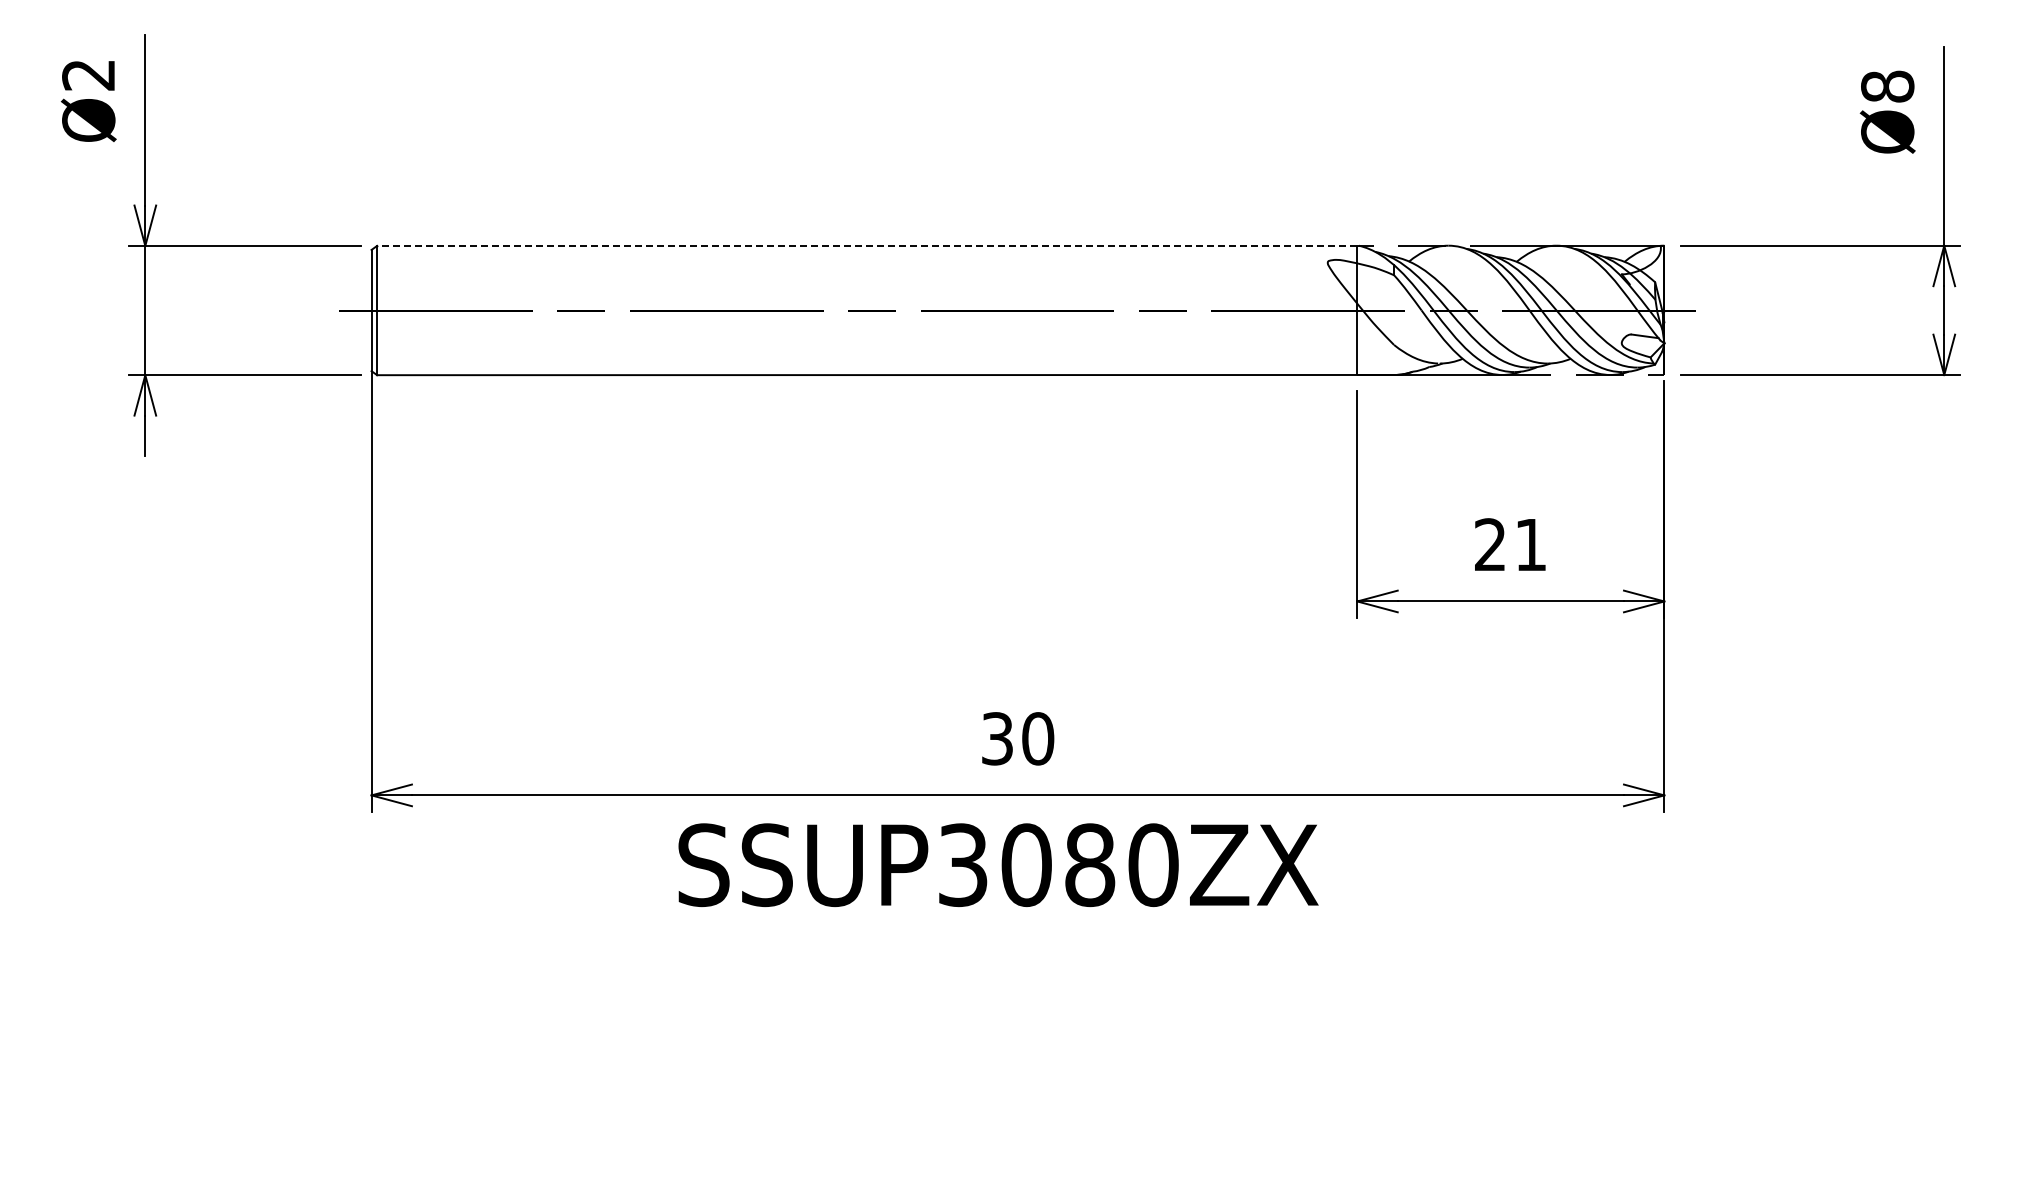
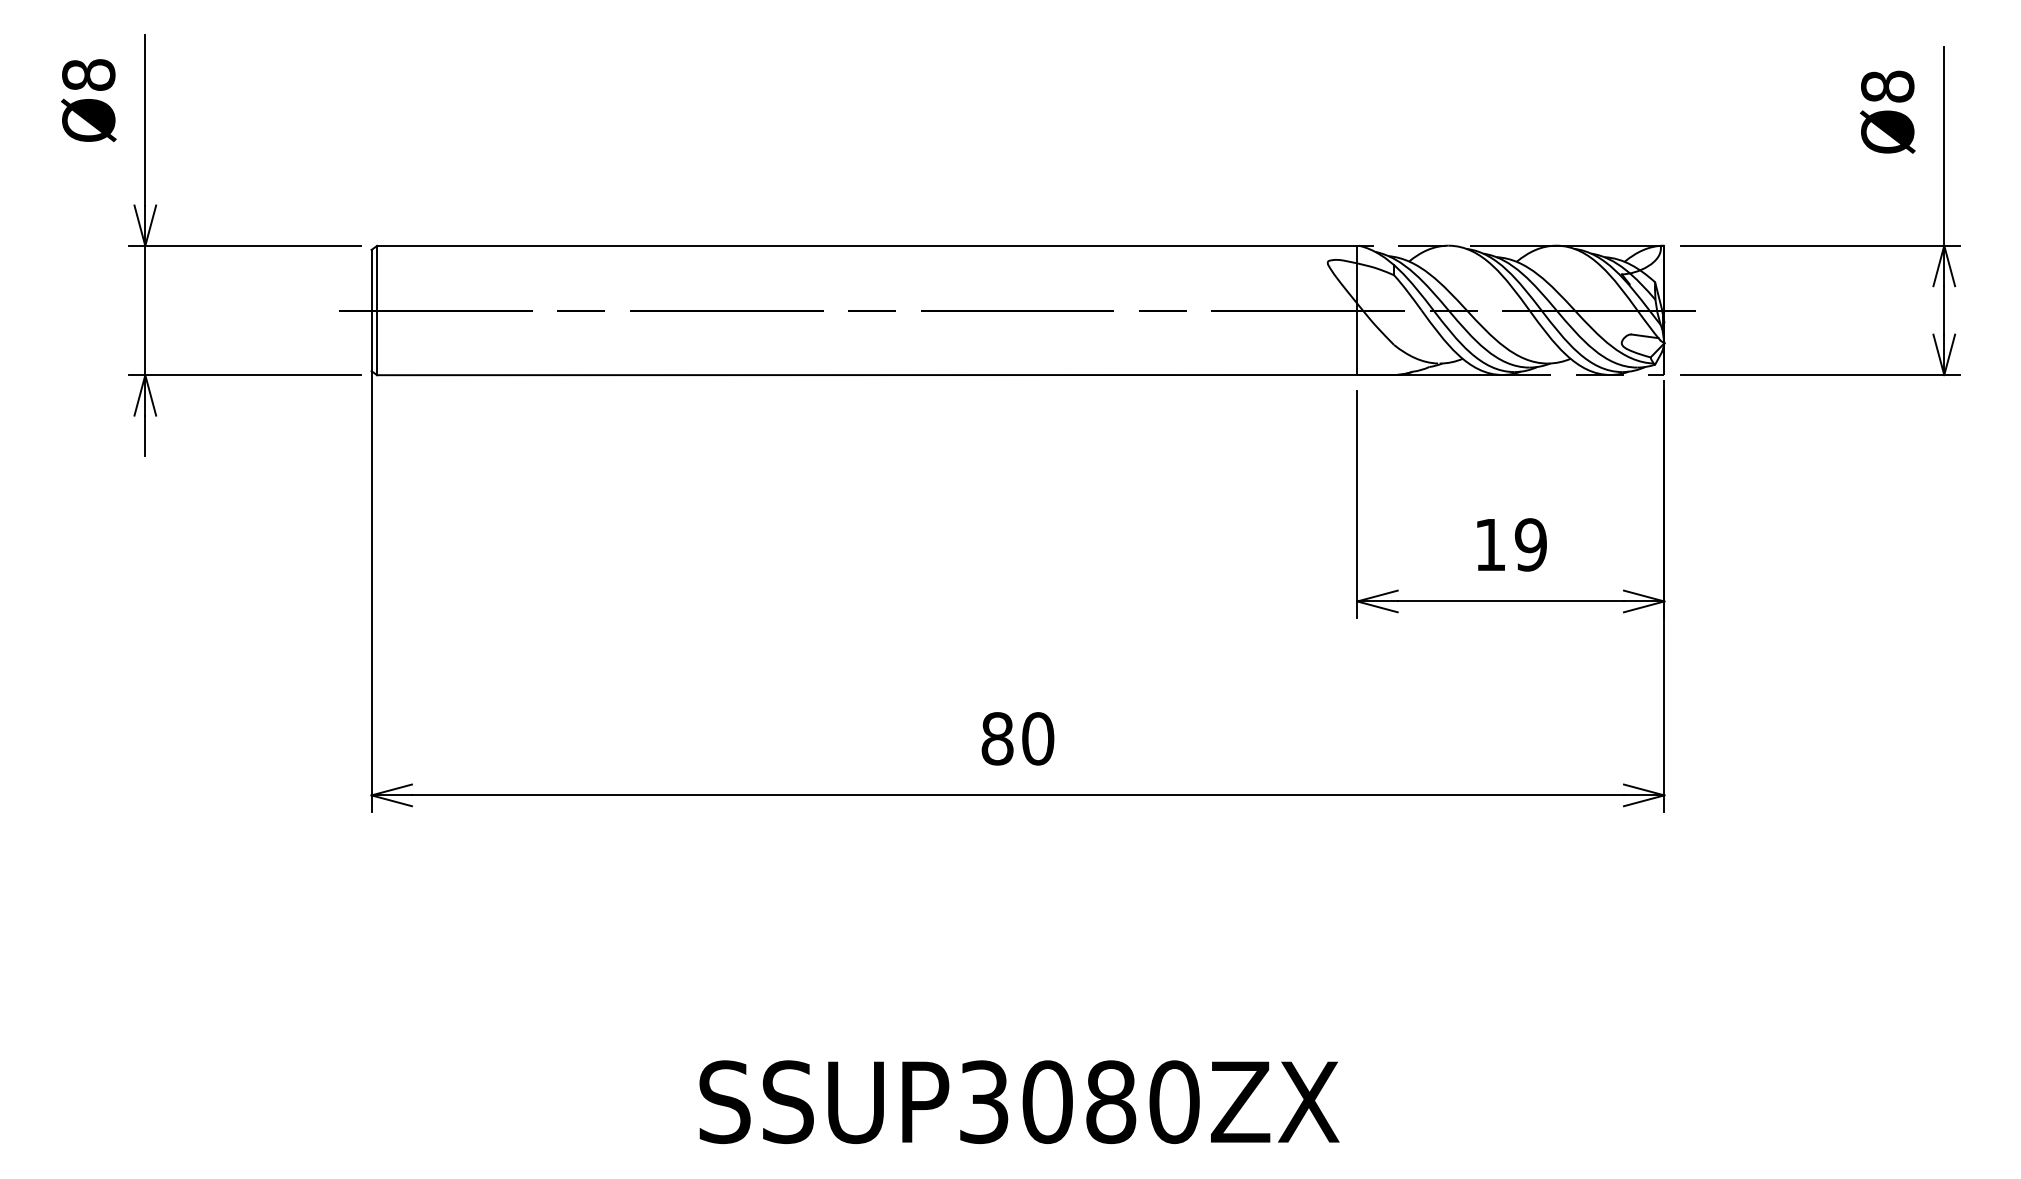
text at (88, 74): Ø2 -> Ø8
line at (866, 245): dashed -> solid
text at (1510, 544): 21 -> 19
text at (997, 738): 30 -> 80
text at (998, 865) position: (998, 865) -> (1019, 1102)
